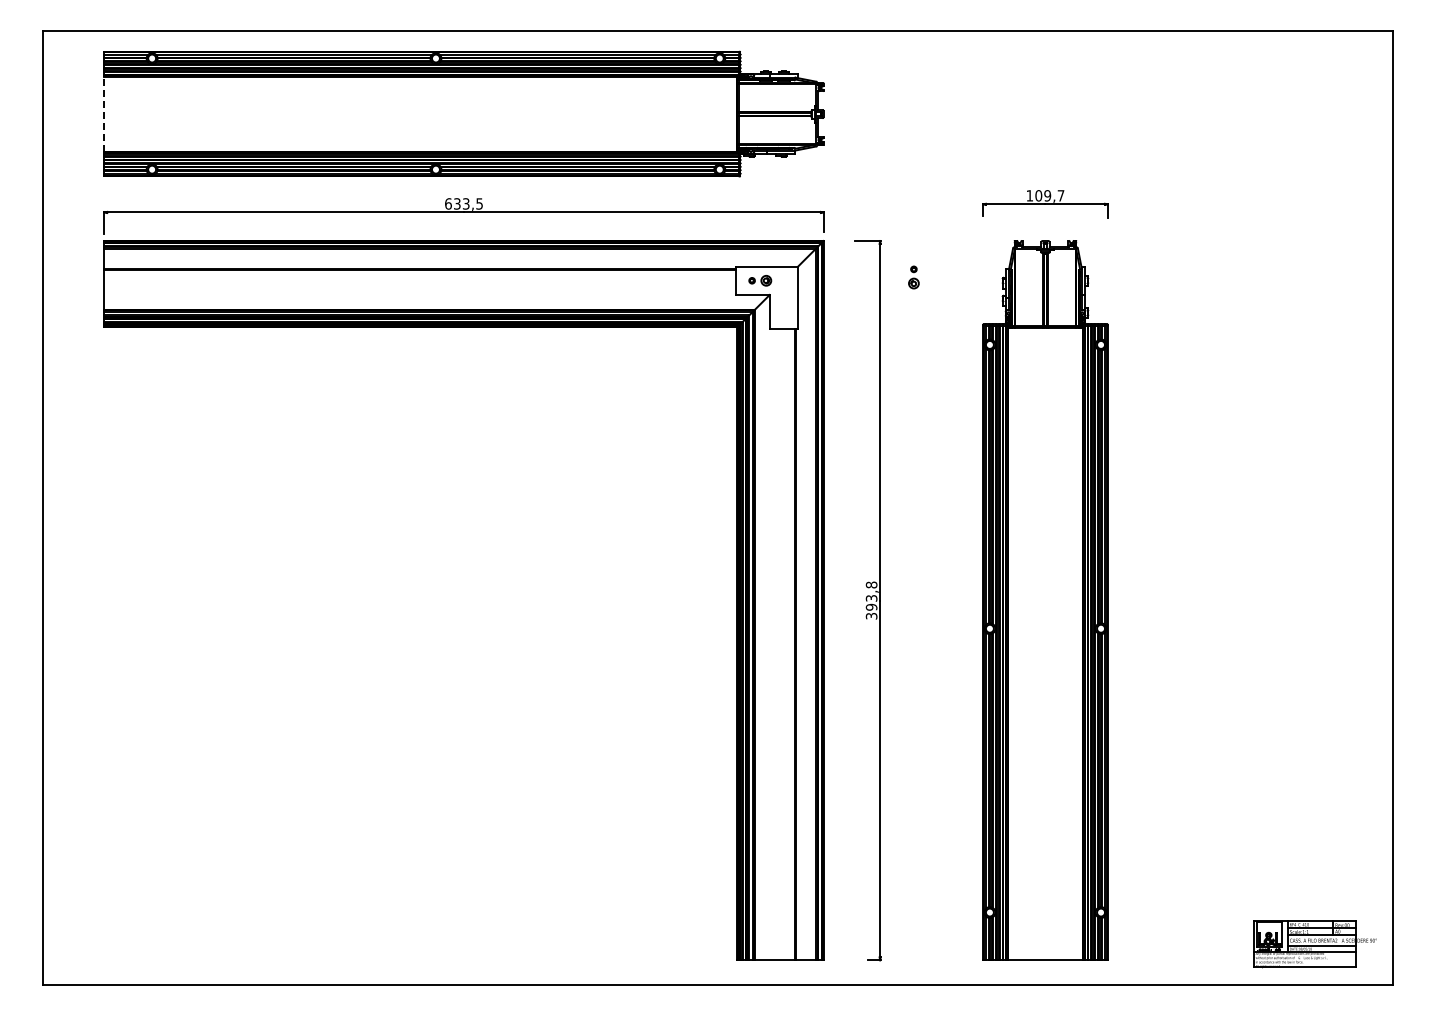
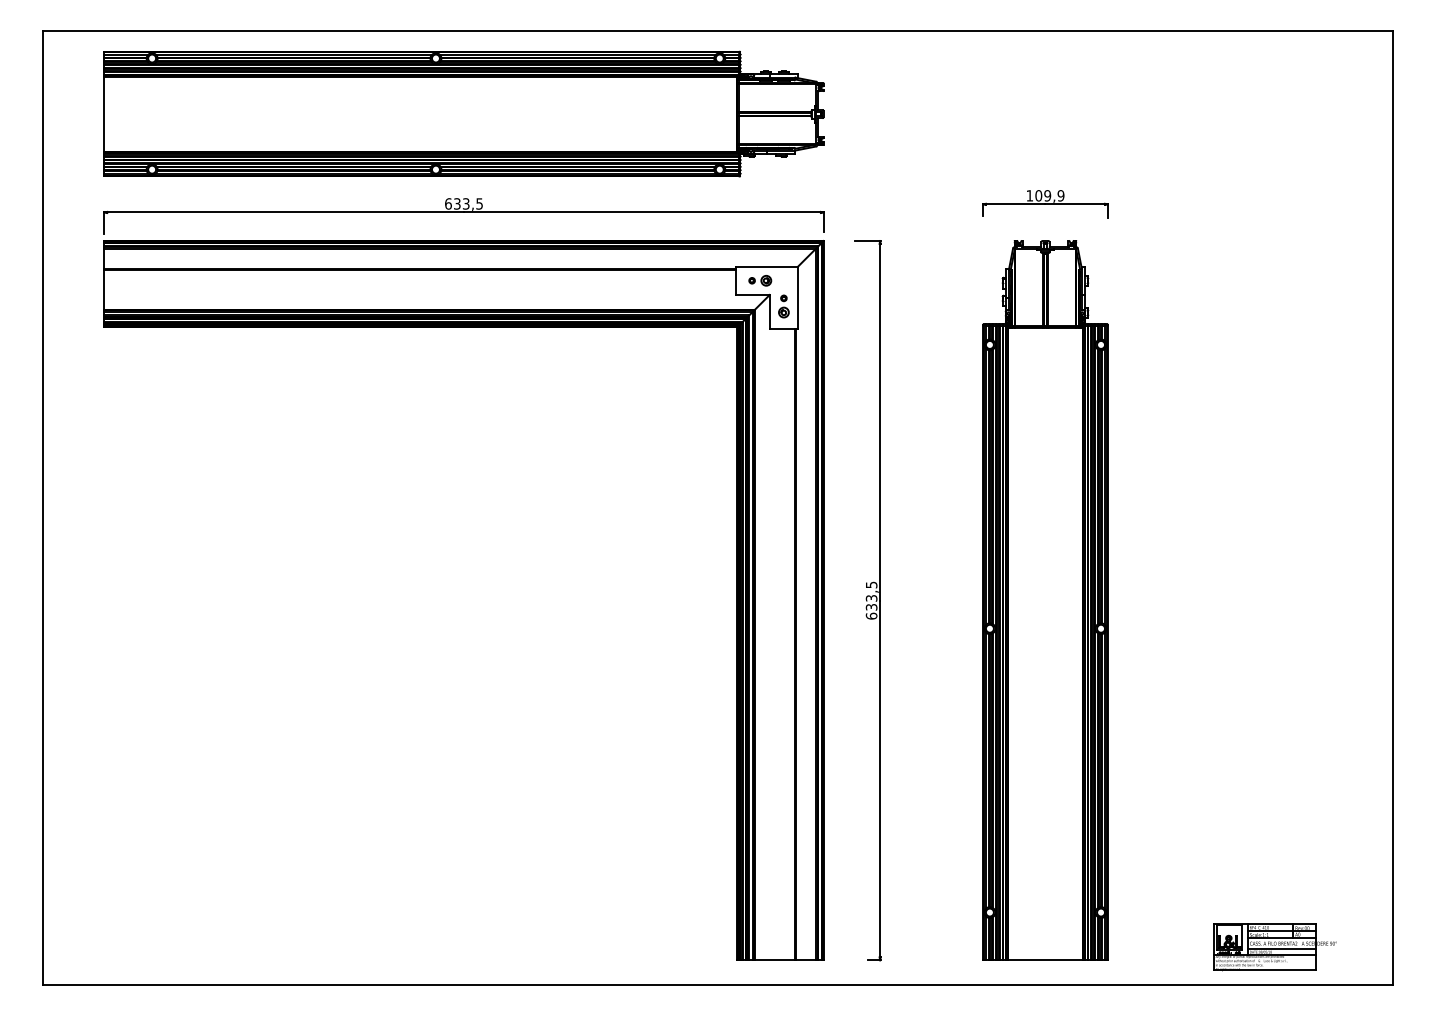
line at (104, 111): dashed -> solid
text at (1060, 195): 109,7 -> 109,9
part at (913, 277) position: (913, 277) -> (783, 306)
text at (871, 600): 393,8 -> 633,5
part at (1314, 944) position: (1314, 944) -> (1274, 947)
